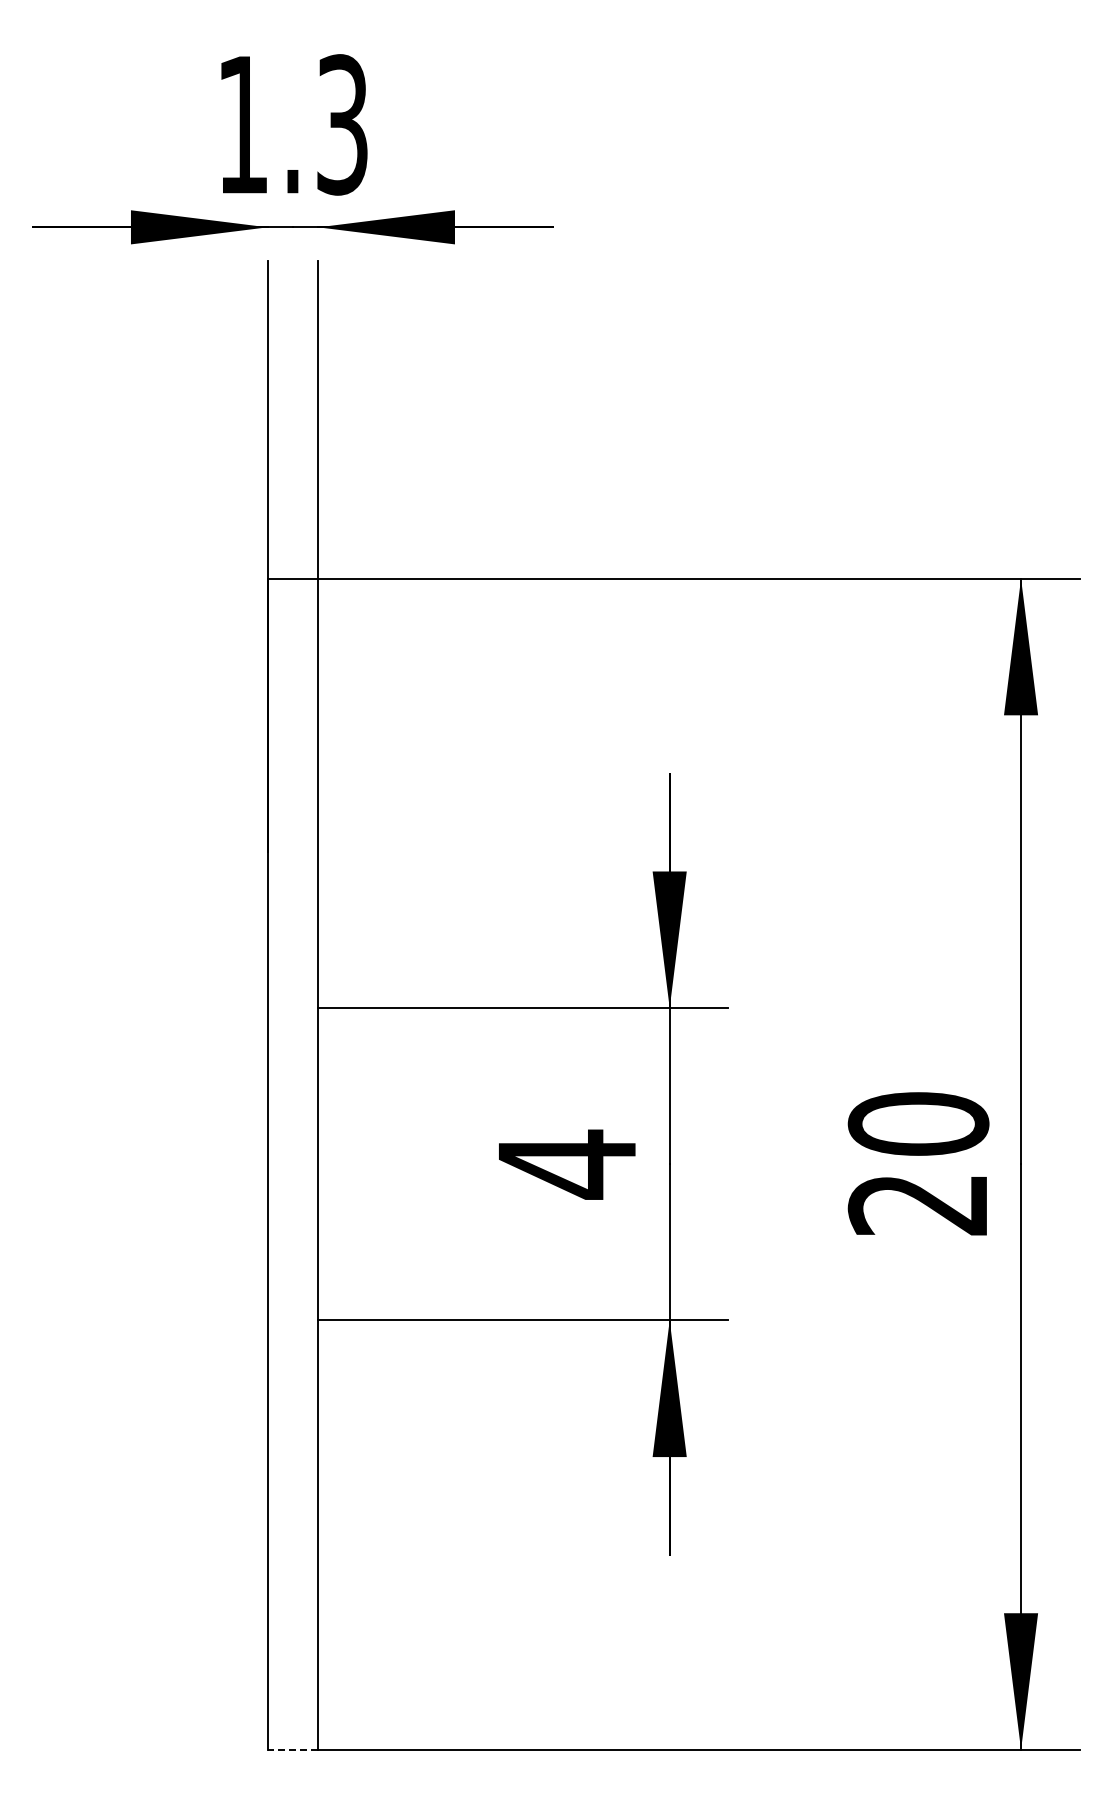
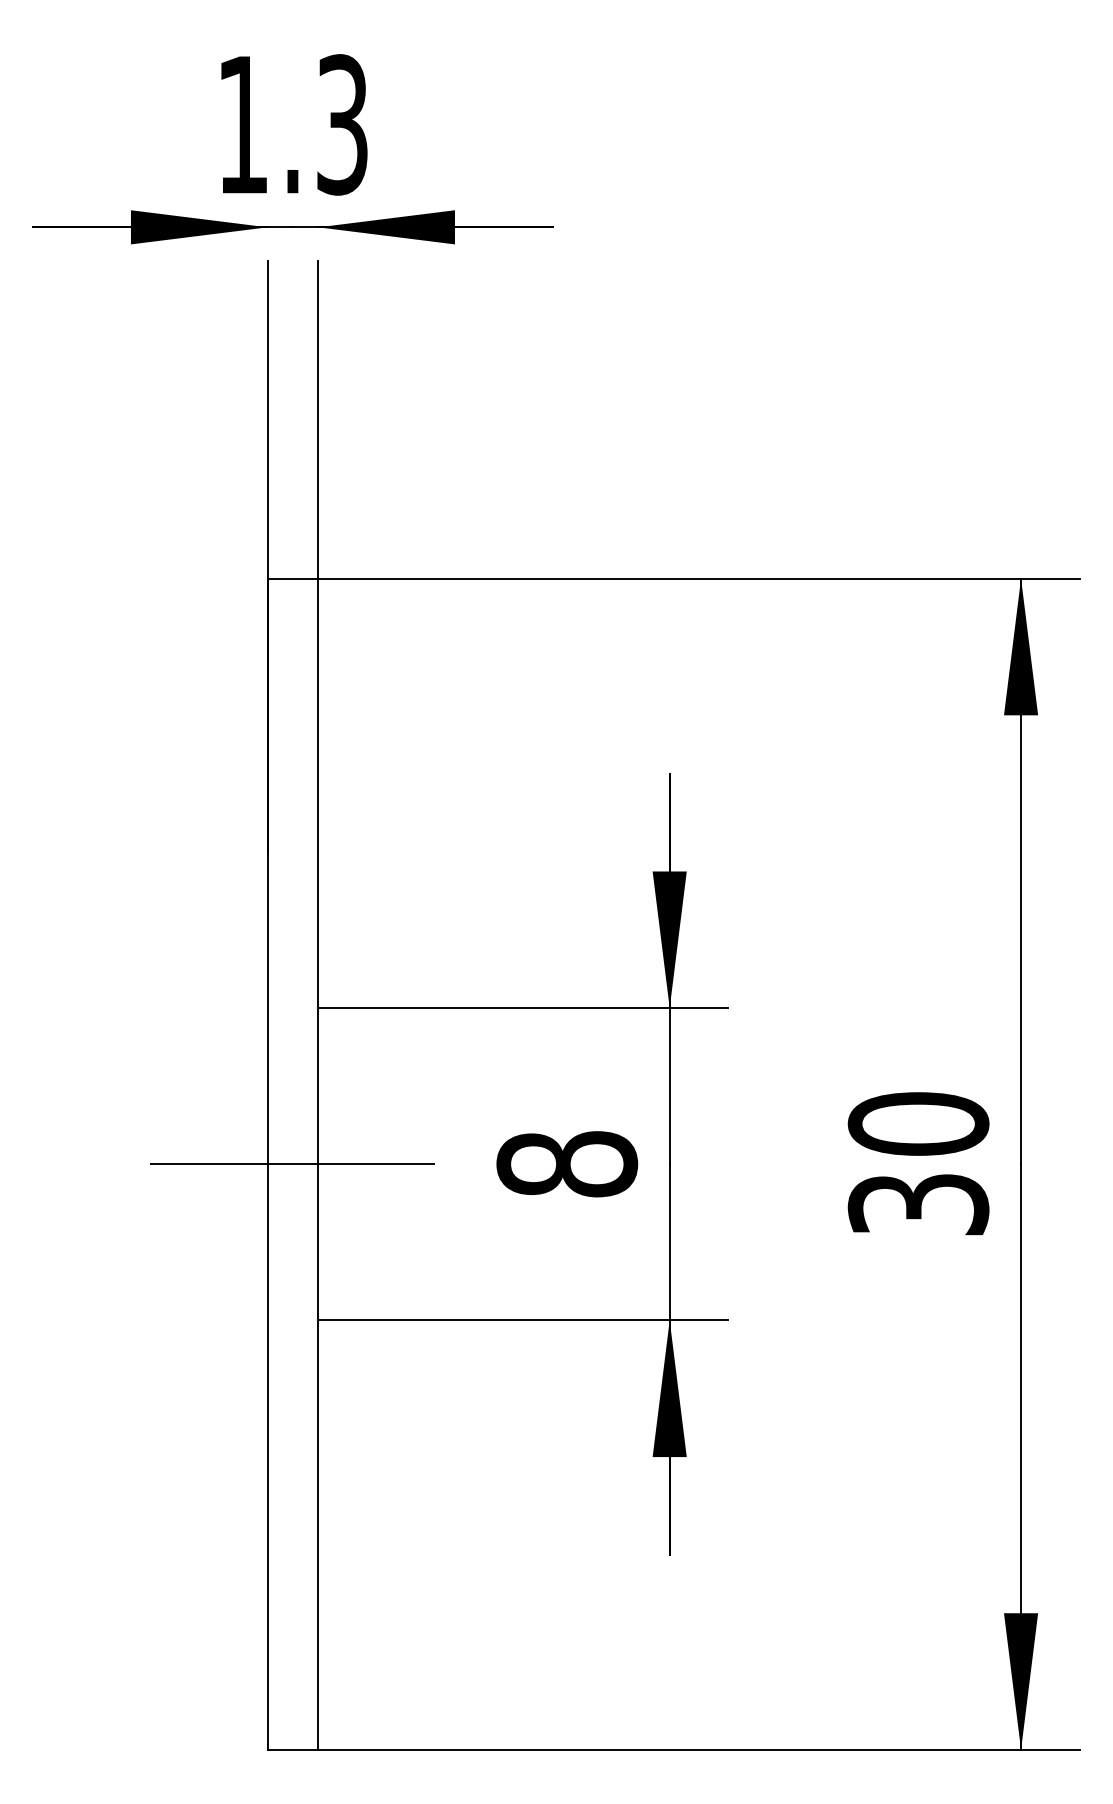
line at (292, 1164): none -> present
text at (567, 1164): 4 -> 8
text at (918, 1204): 20 -> 30
line at (292, 1749): dashed -> solid
